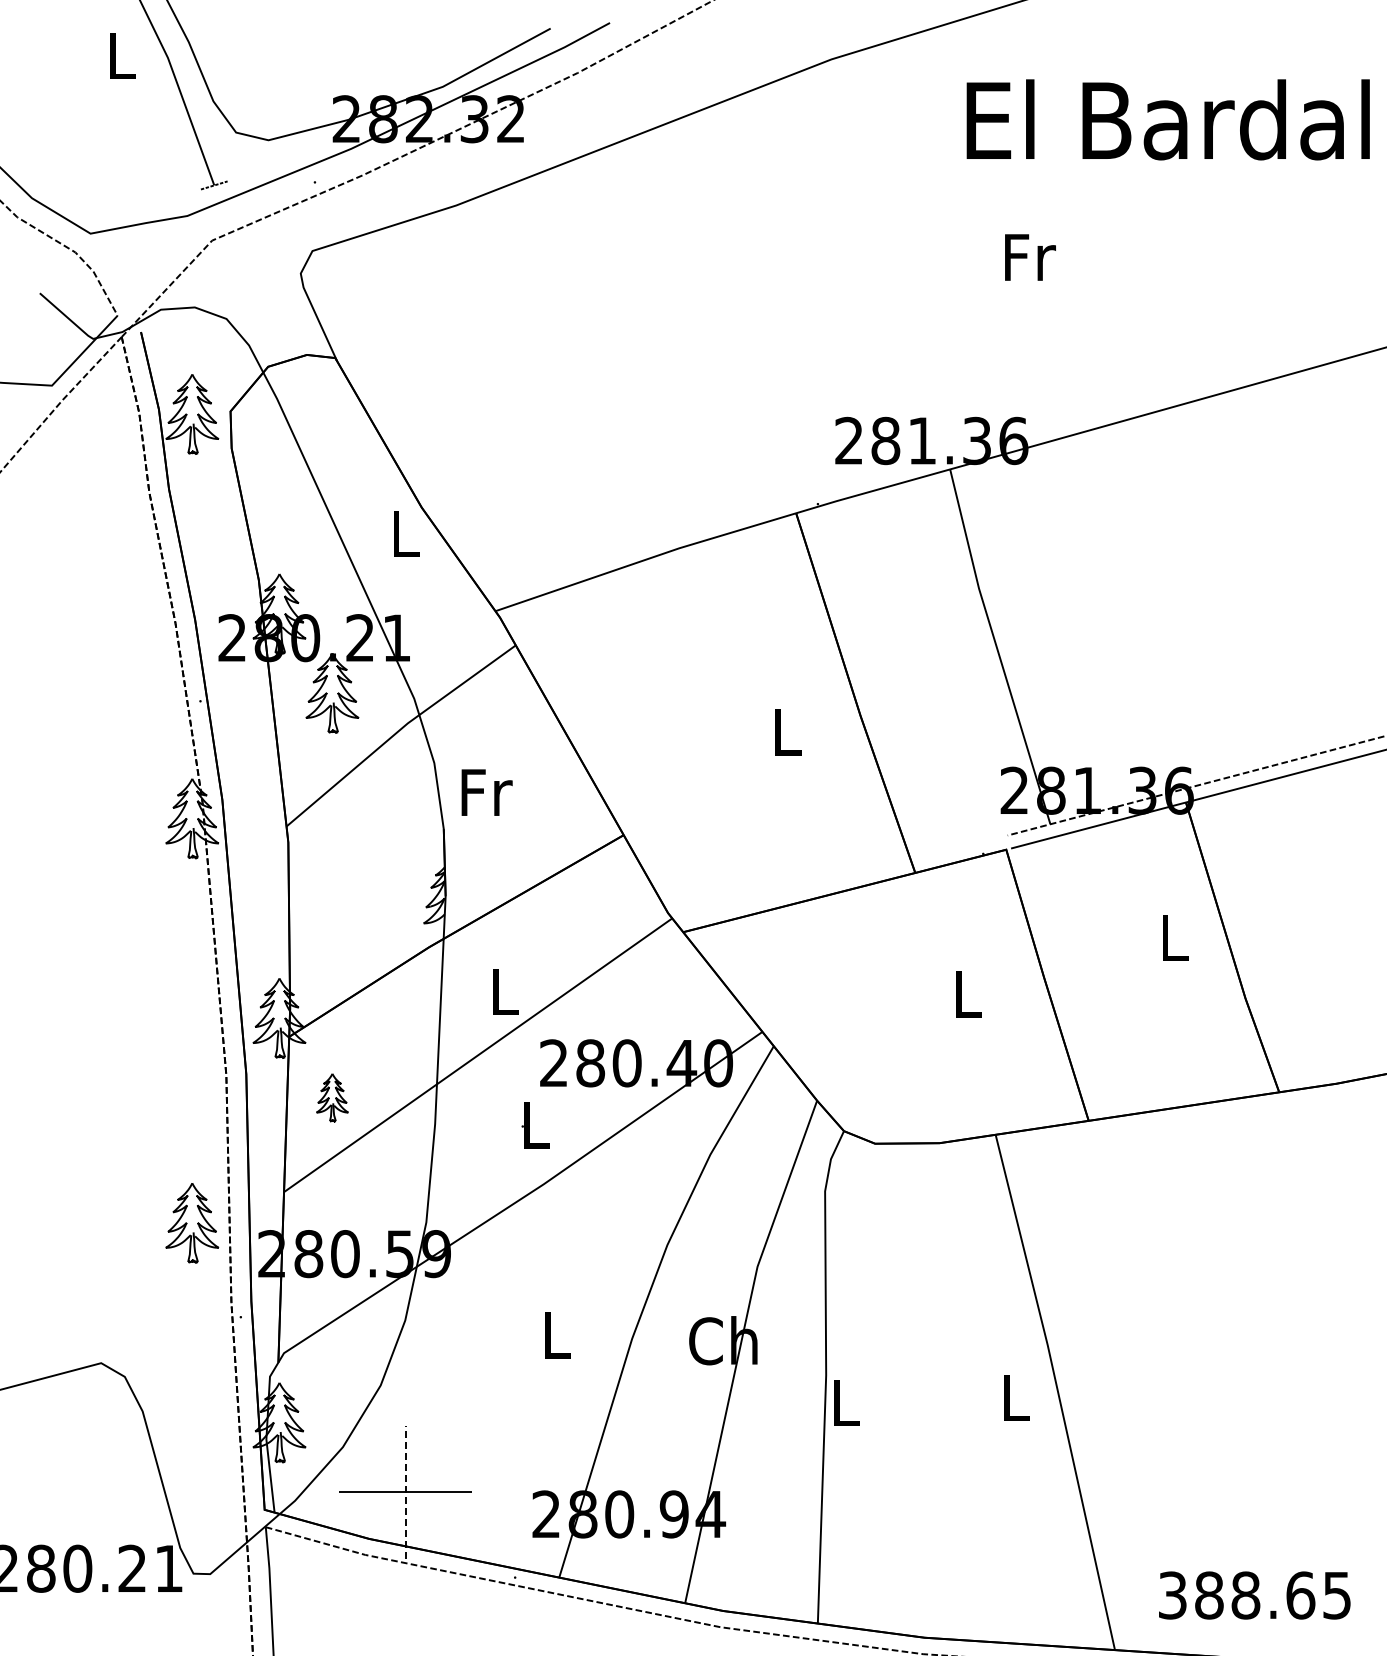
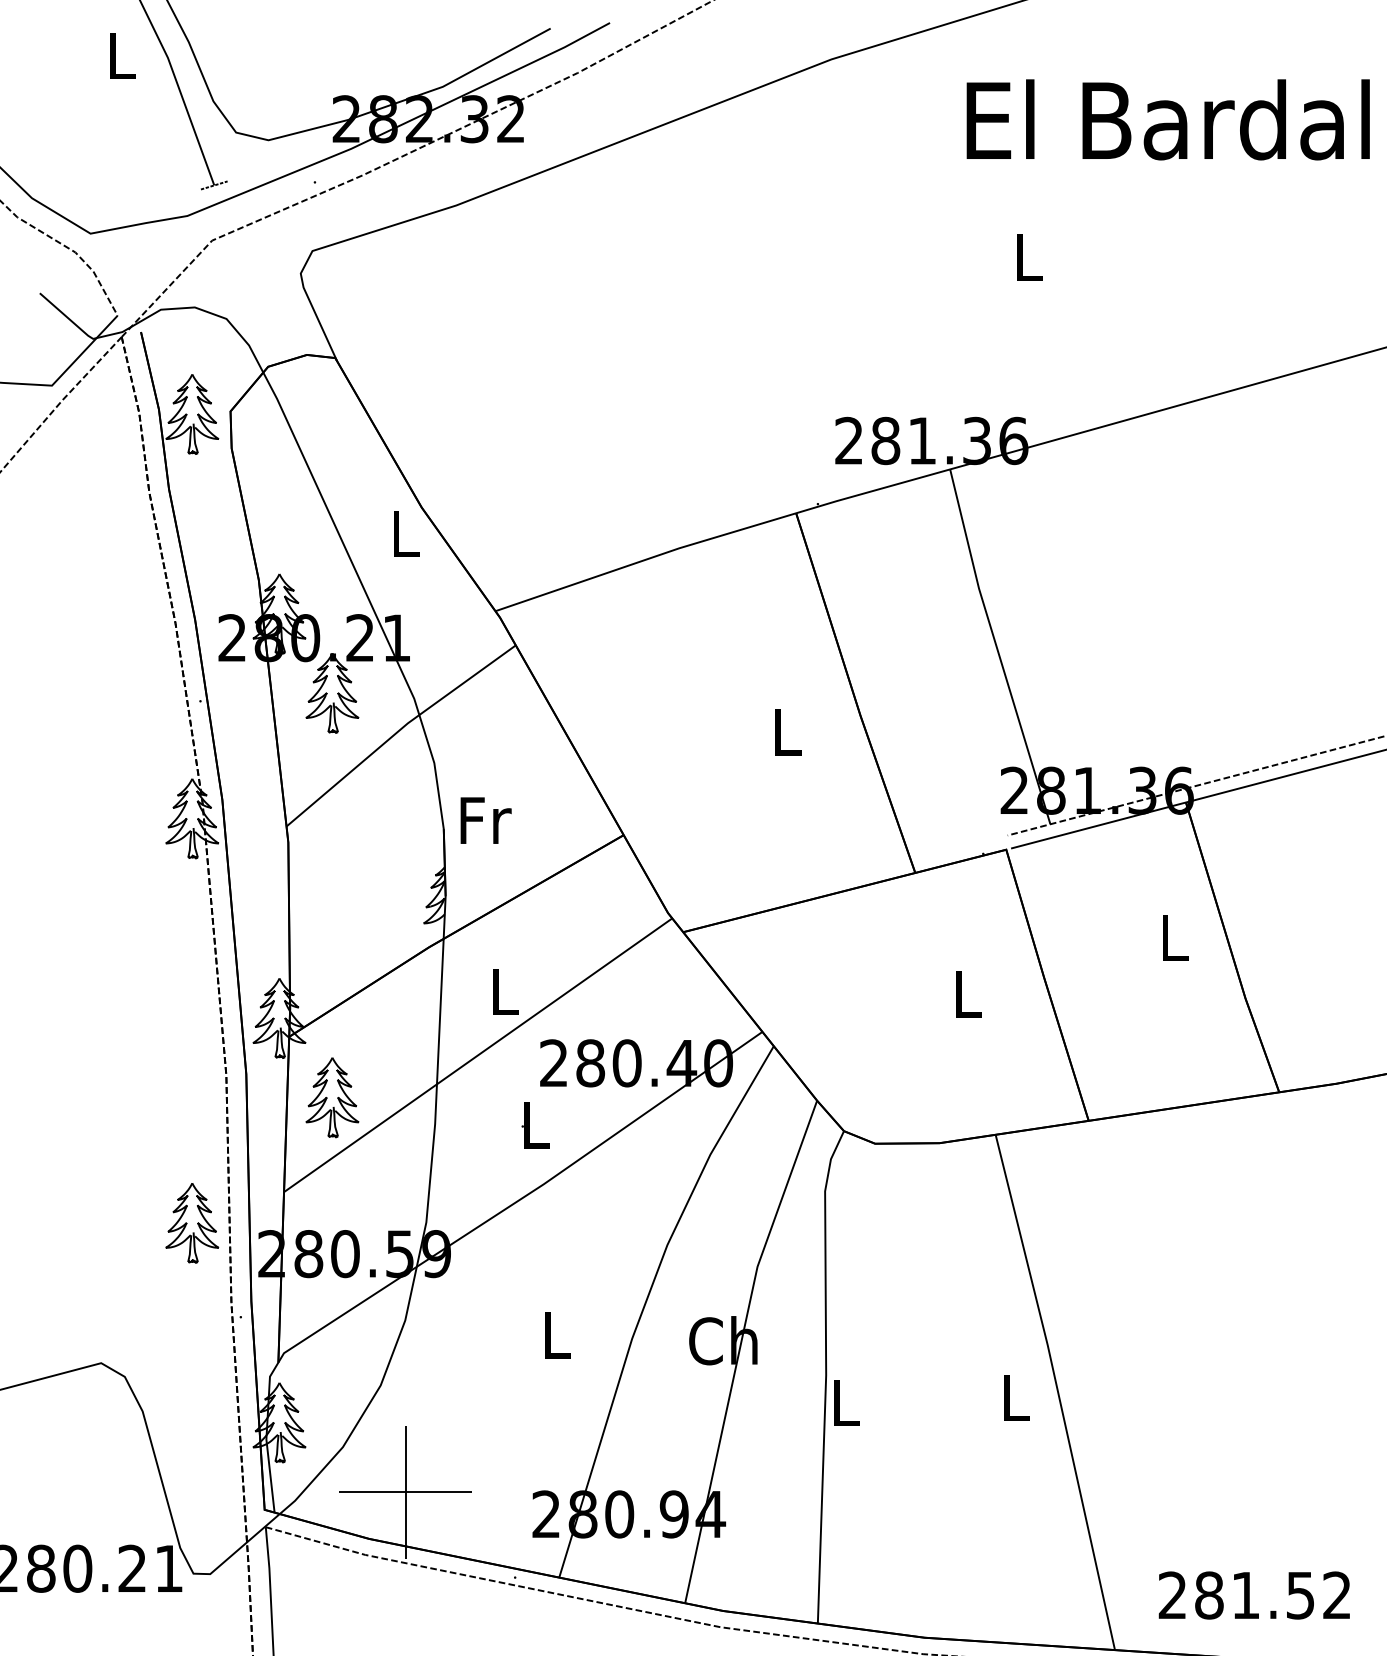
text at (1030, 257): Fr -> L
text at (486, 792) position: (486, 792) -> (485, 820)
part at (332, 1097) size: 33x50 px -> 55x82 px
line at (405, 1492): dashed -> solid
text at (1254, 1595): 388.65 -> 281.52
